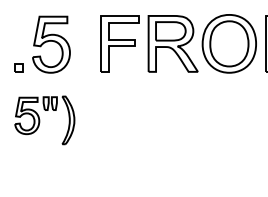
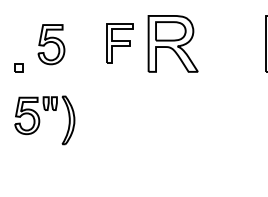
part at (119, 43) size: 40x58 px -> 28x41 px
part at (228, 43): present -> none
part at (51, 44) size: 39x59 px -> 29x42 px
